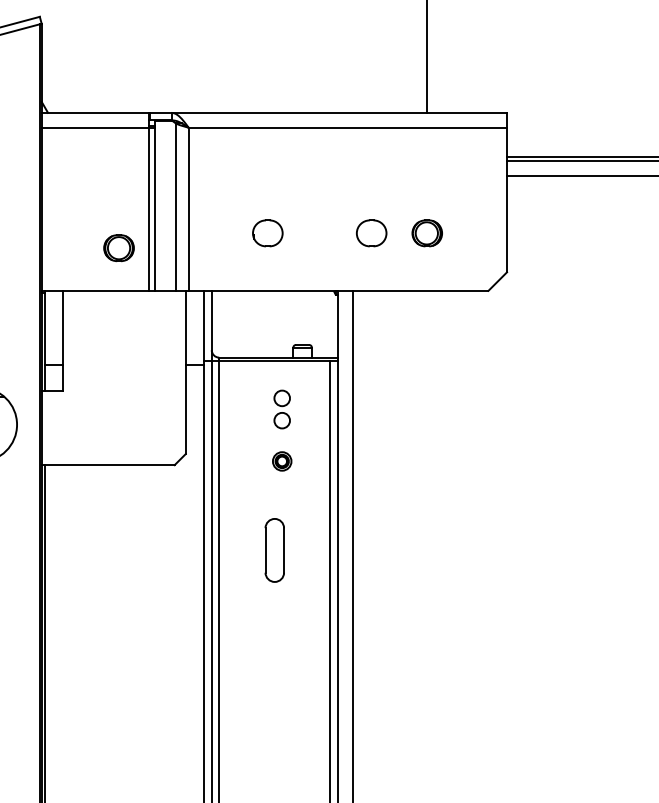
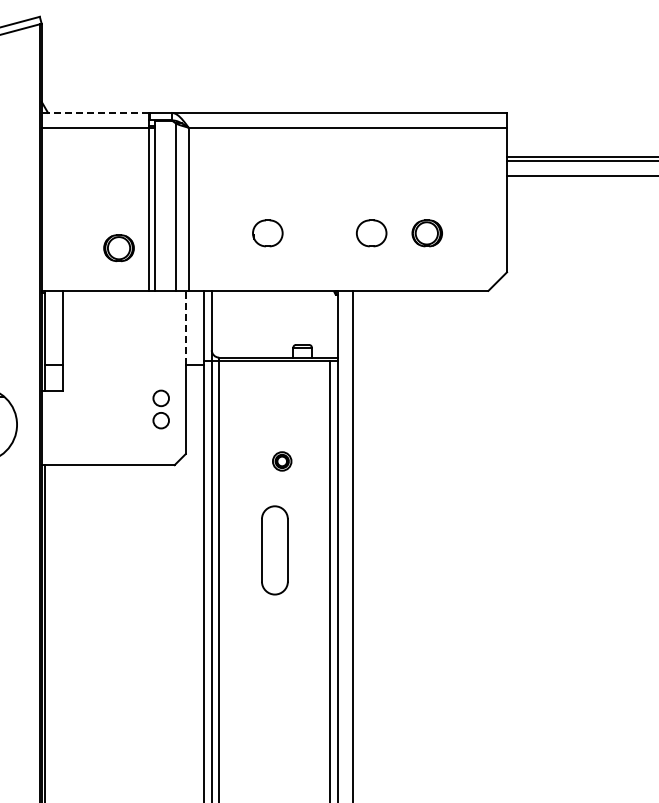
line at (426, 57): present -> none
line at (94, 112): solid -> dashed
line at (185, 327): solid -> dashed
part at (281, 409) position: (281, 409) -> (160, 409)
part at (274, 550) size: 21x65 px -> 28x91 px
